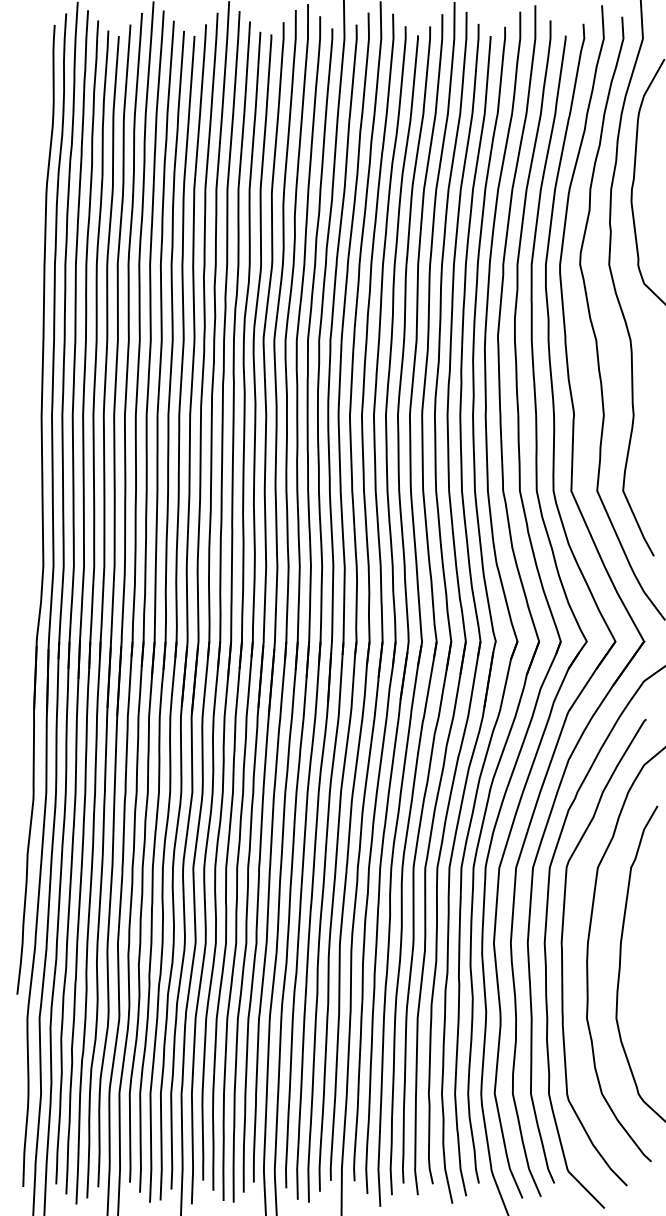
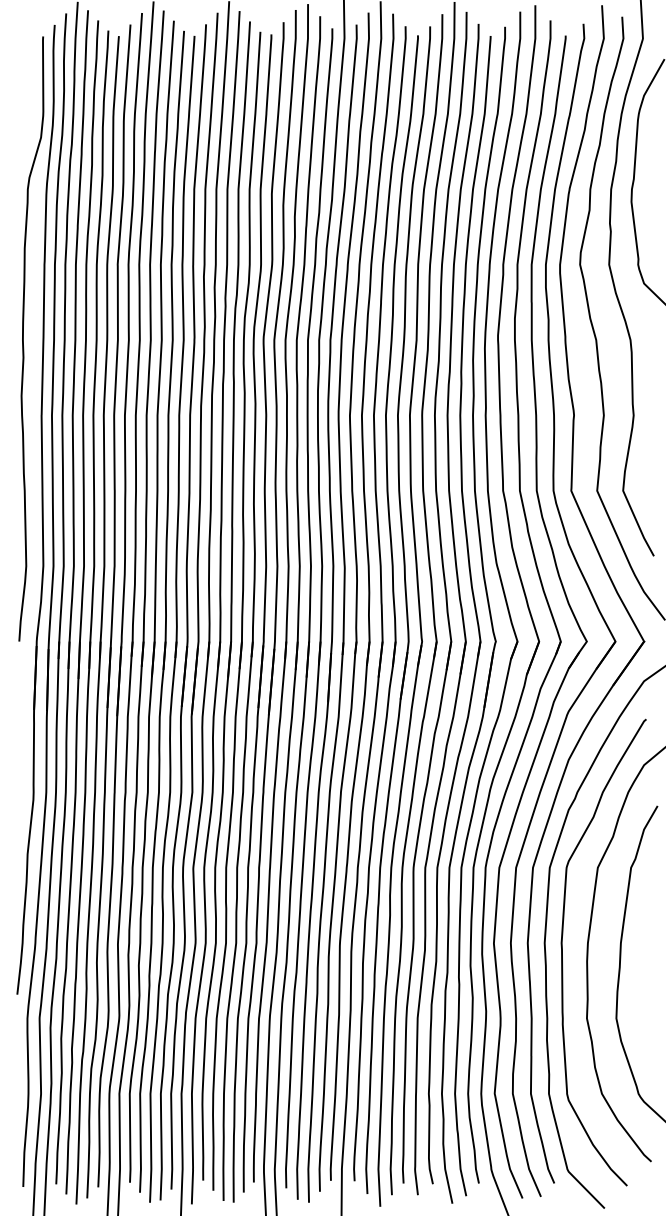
curve at (23, 338): none -> present
